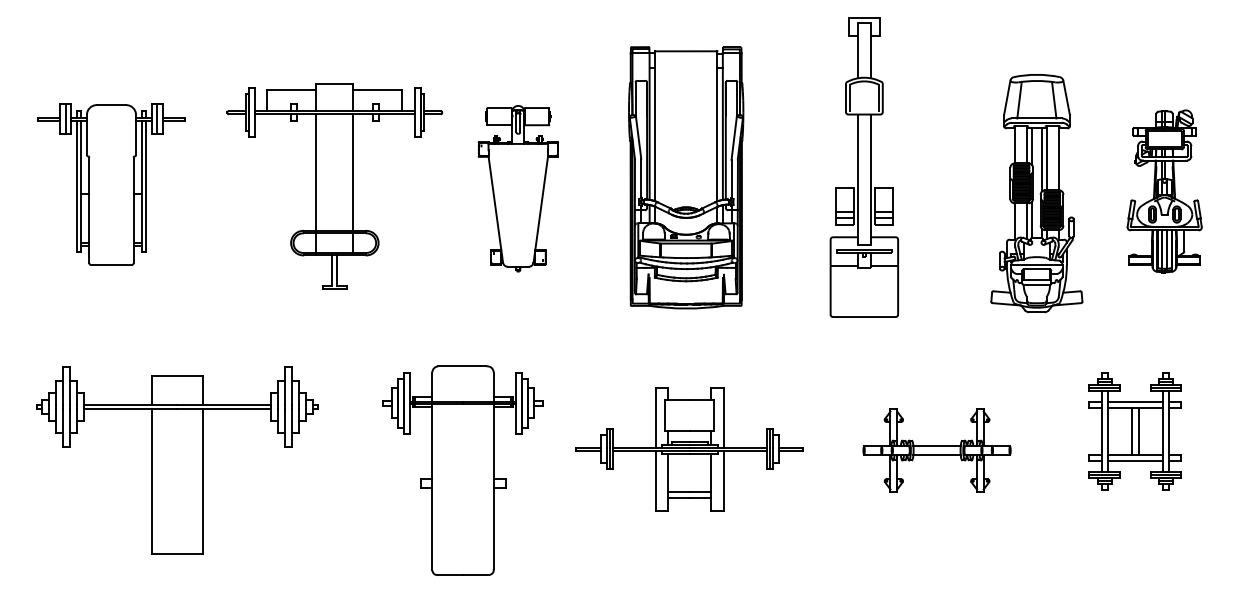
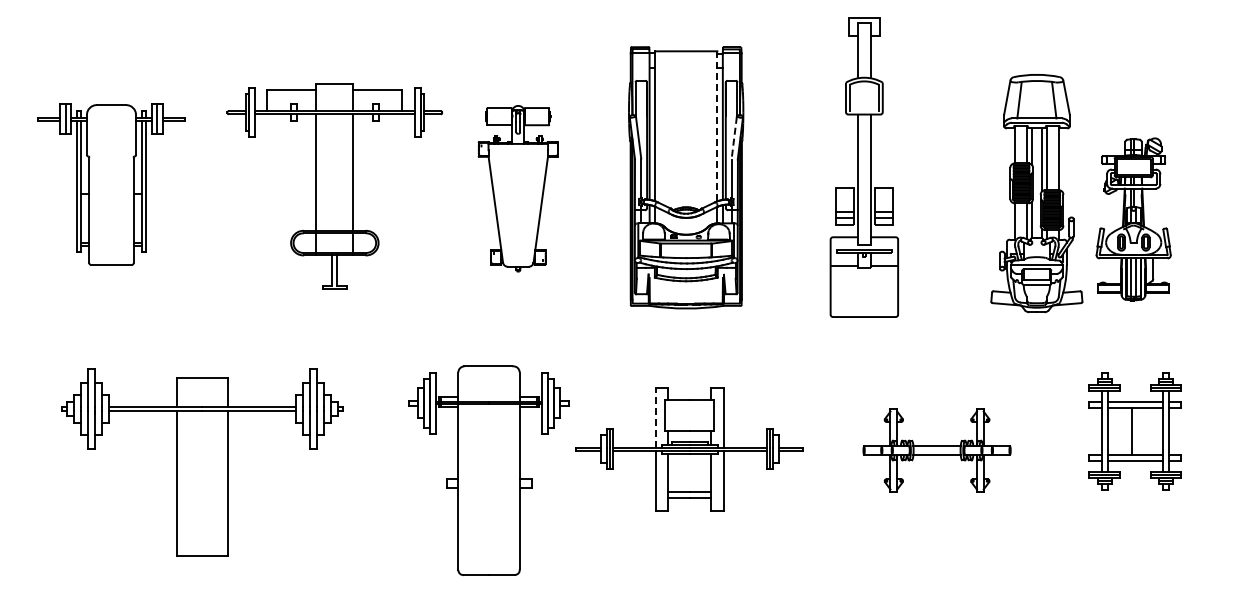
line at (717, 126): solid -> dashed
line at (734, 138): solid -> dashed
part at (1164, 191) position: (1164, 191) -> (1133, 219)
line at (656, 417): solid -> dashed
line at (1139, 431): present -> none
part at (177, 460) position: (177, 460) -> (202, 462)
part at (462, 470) position: (462, 470) -> (488, 470)
